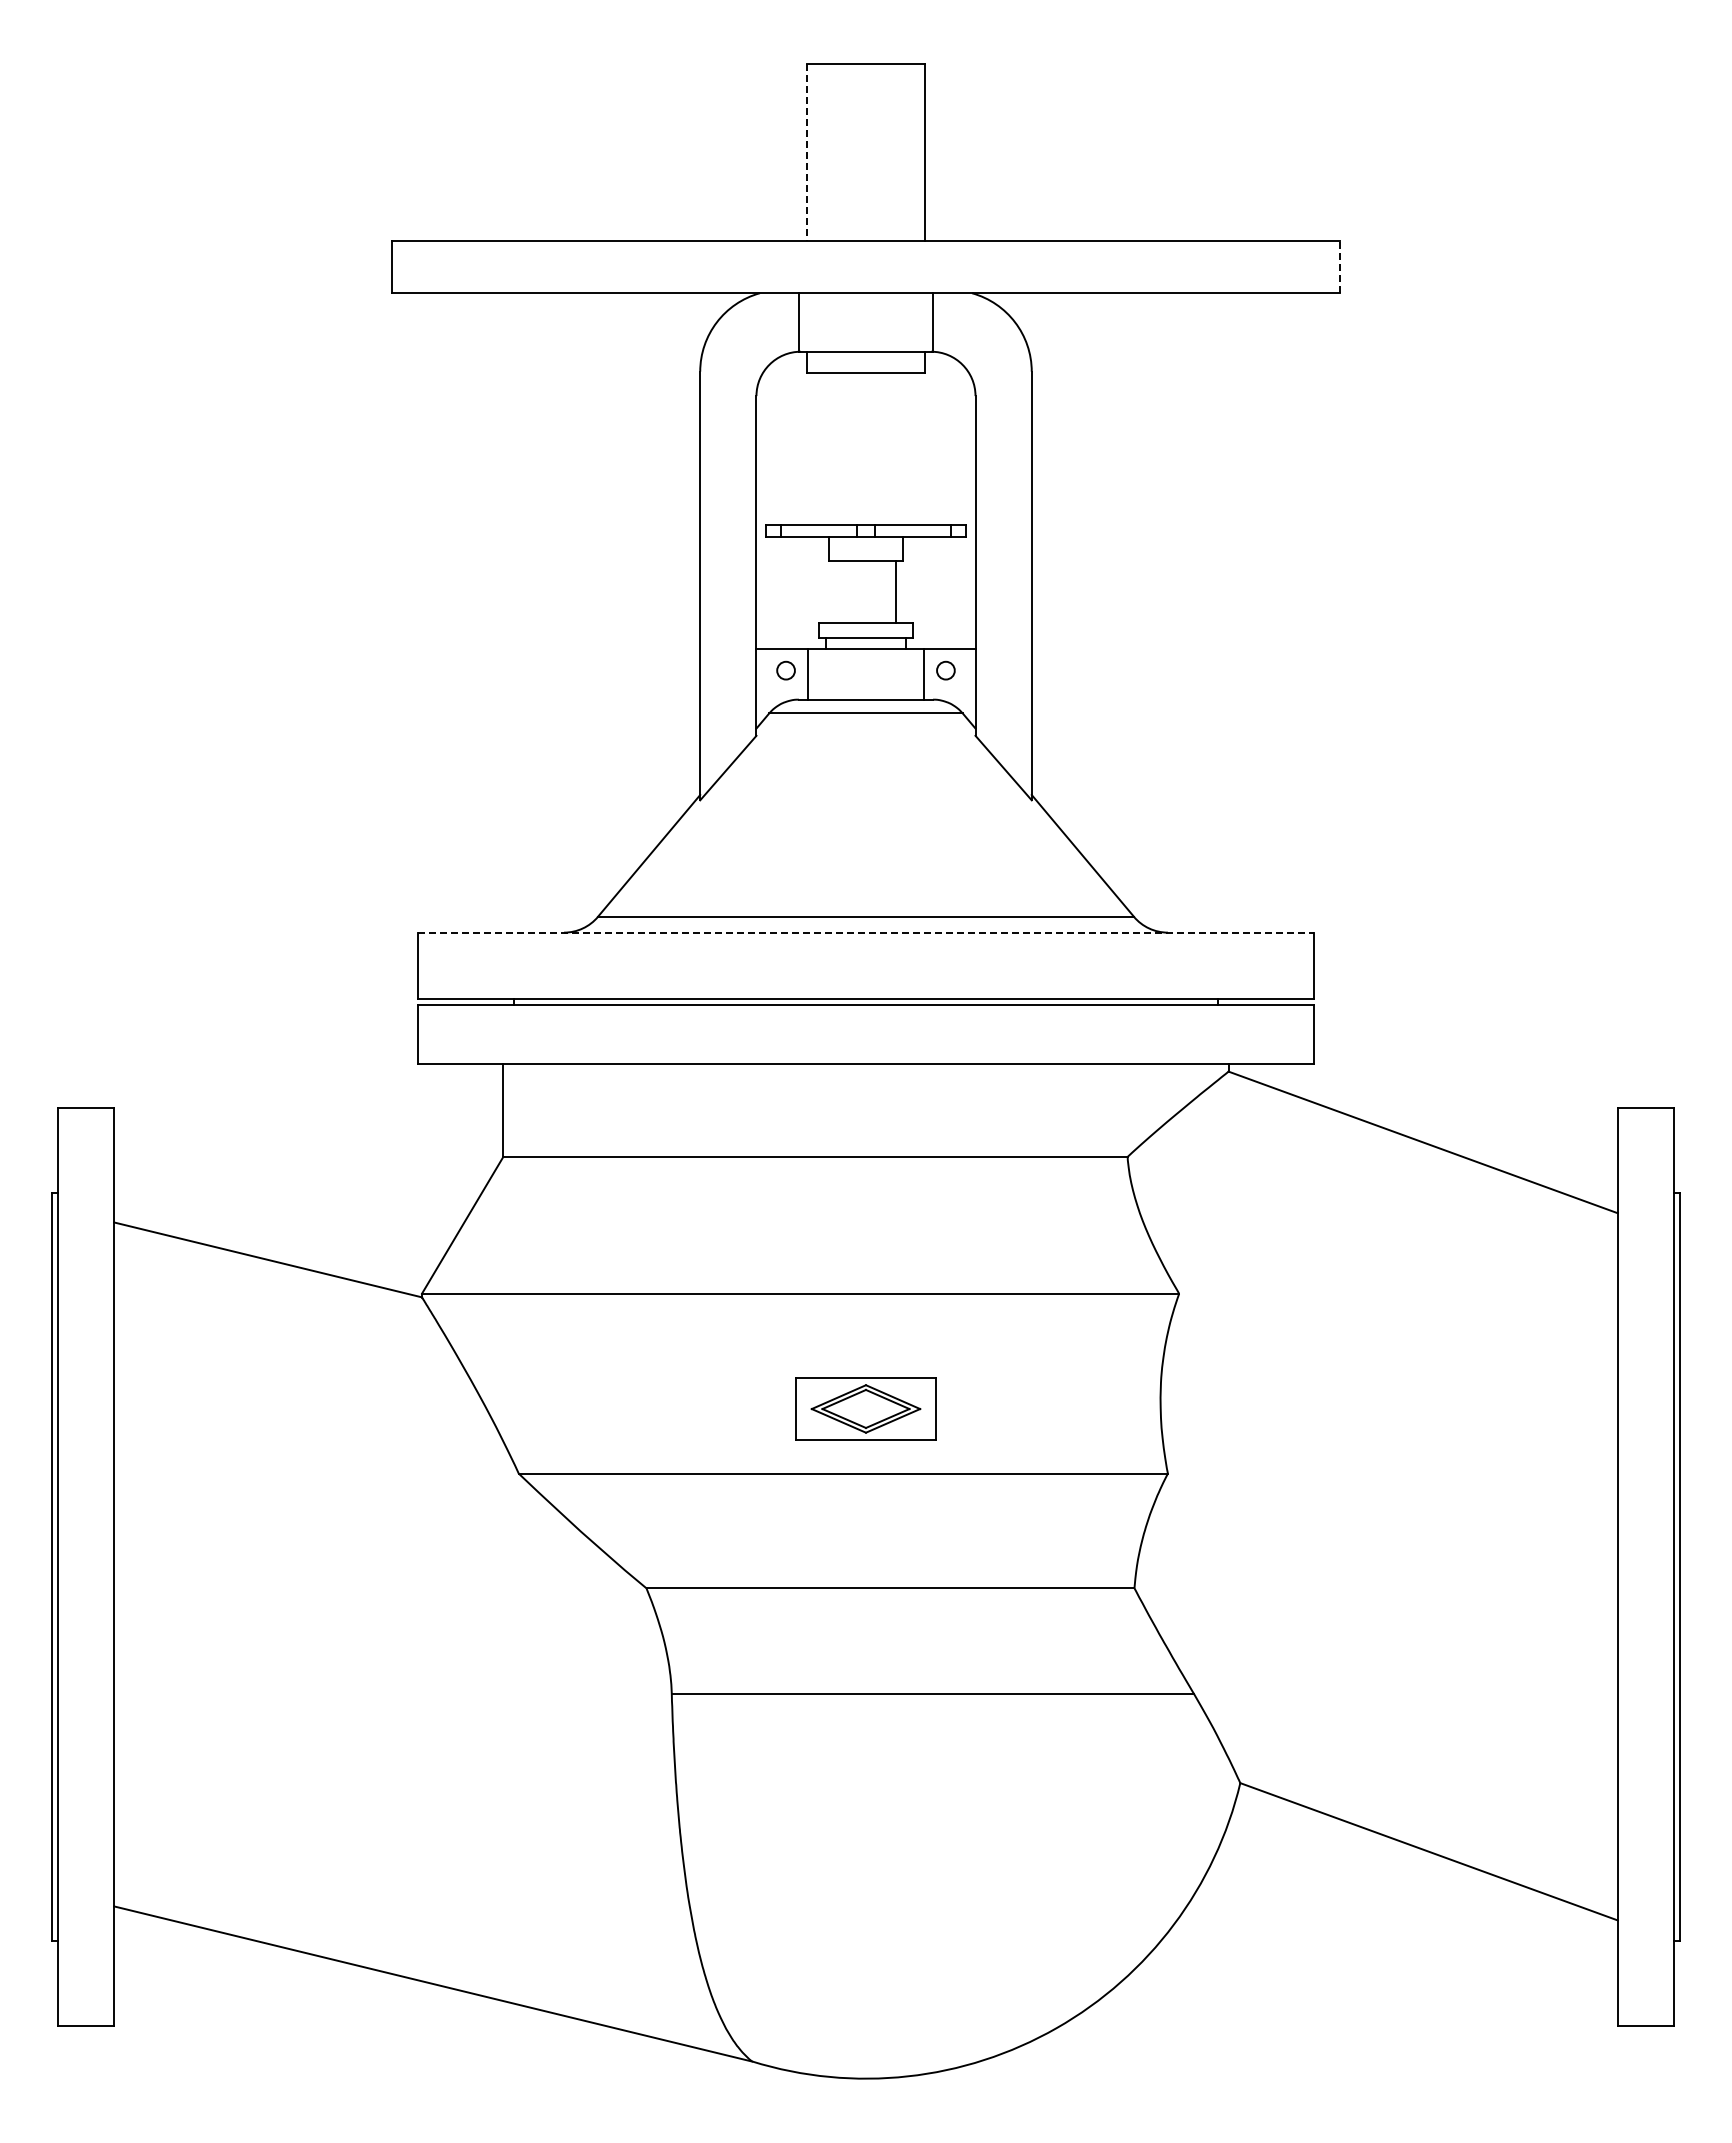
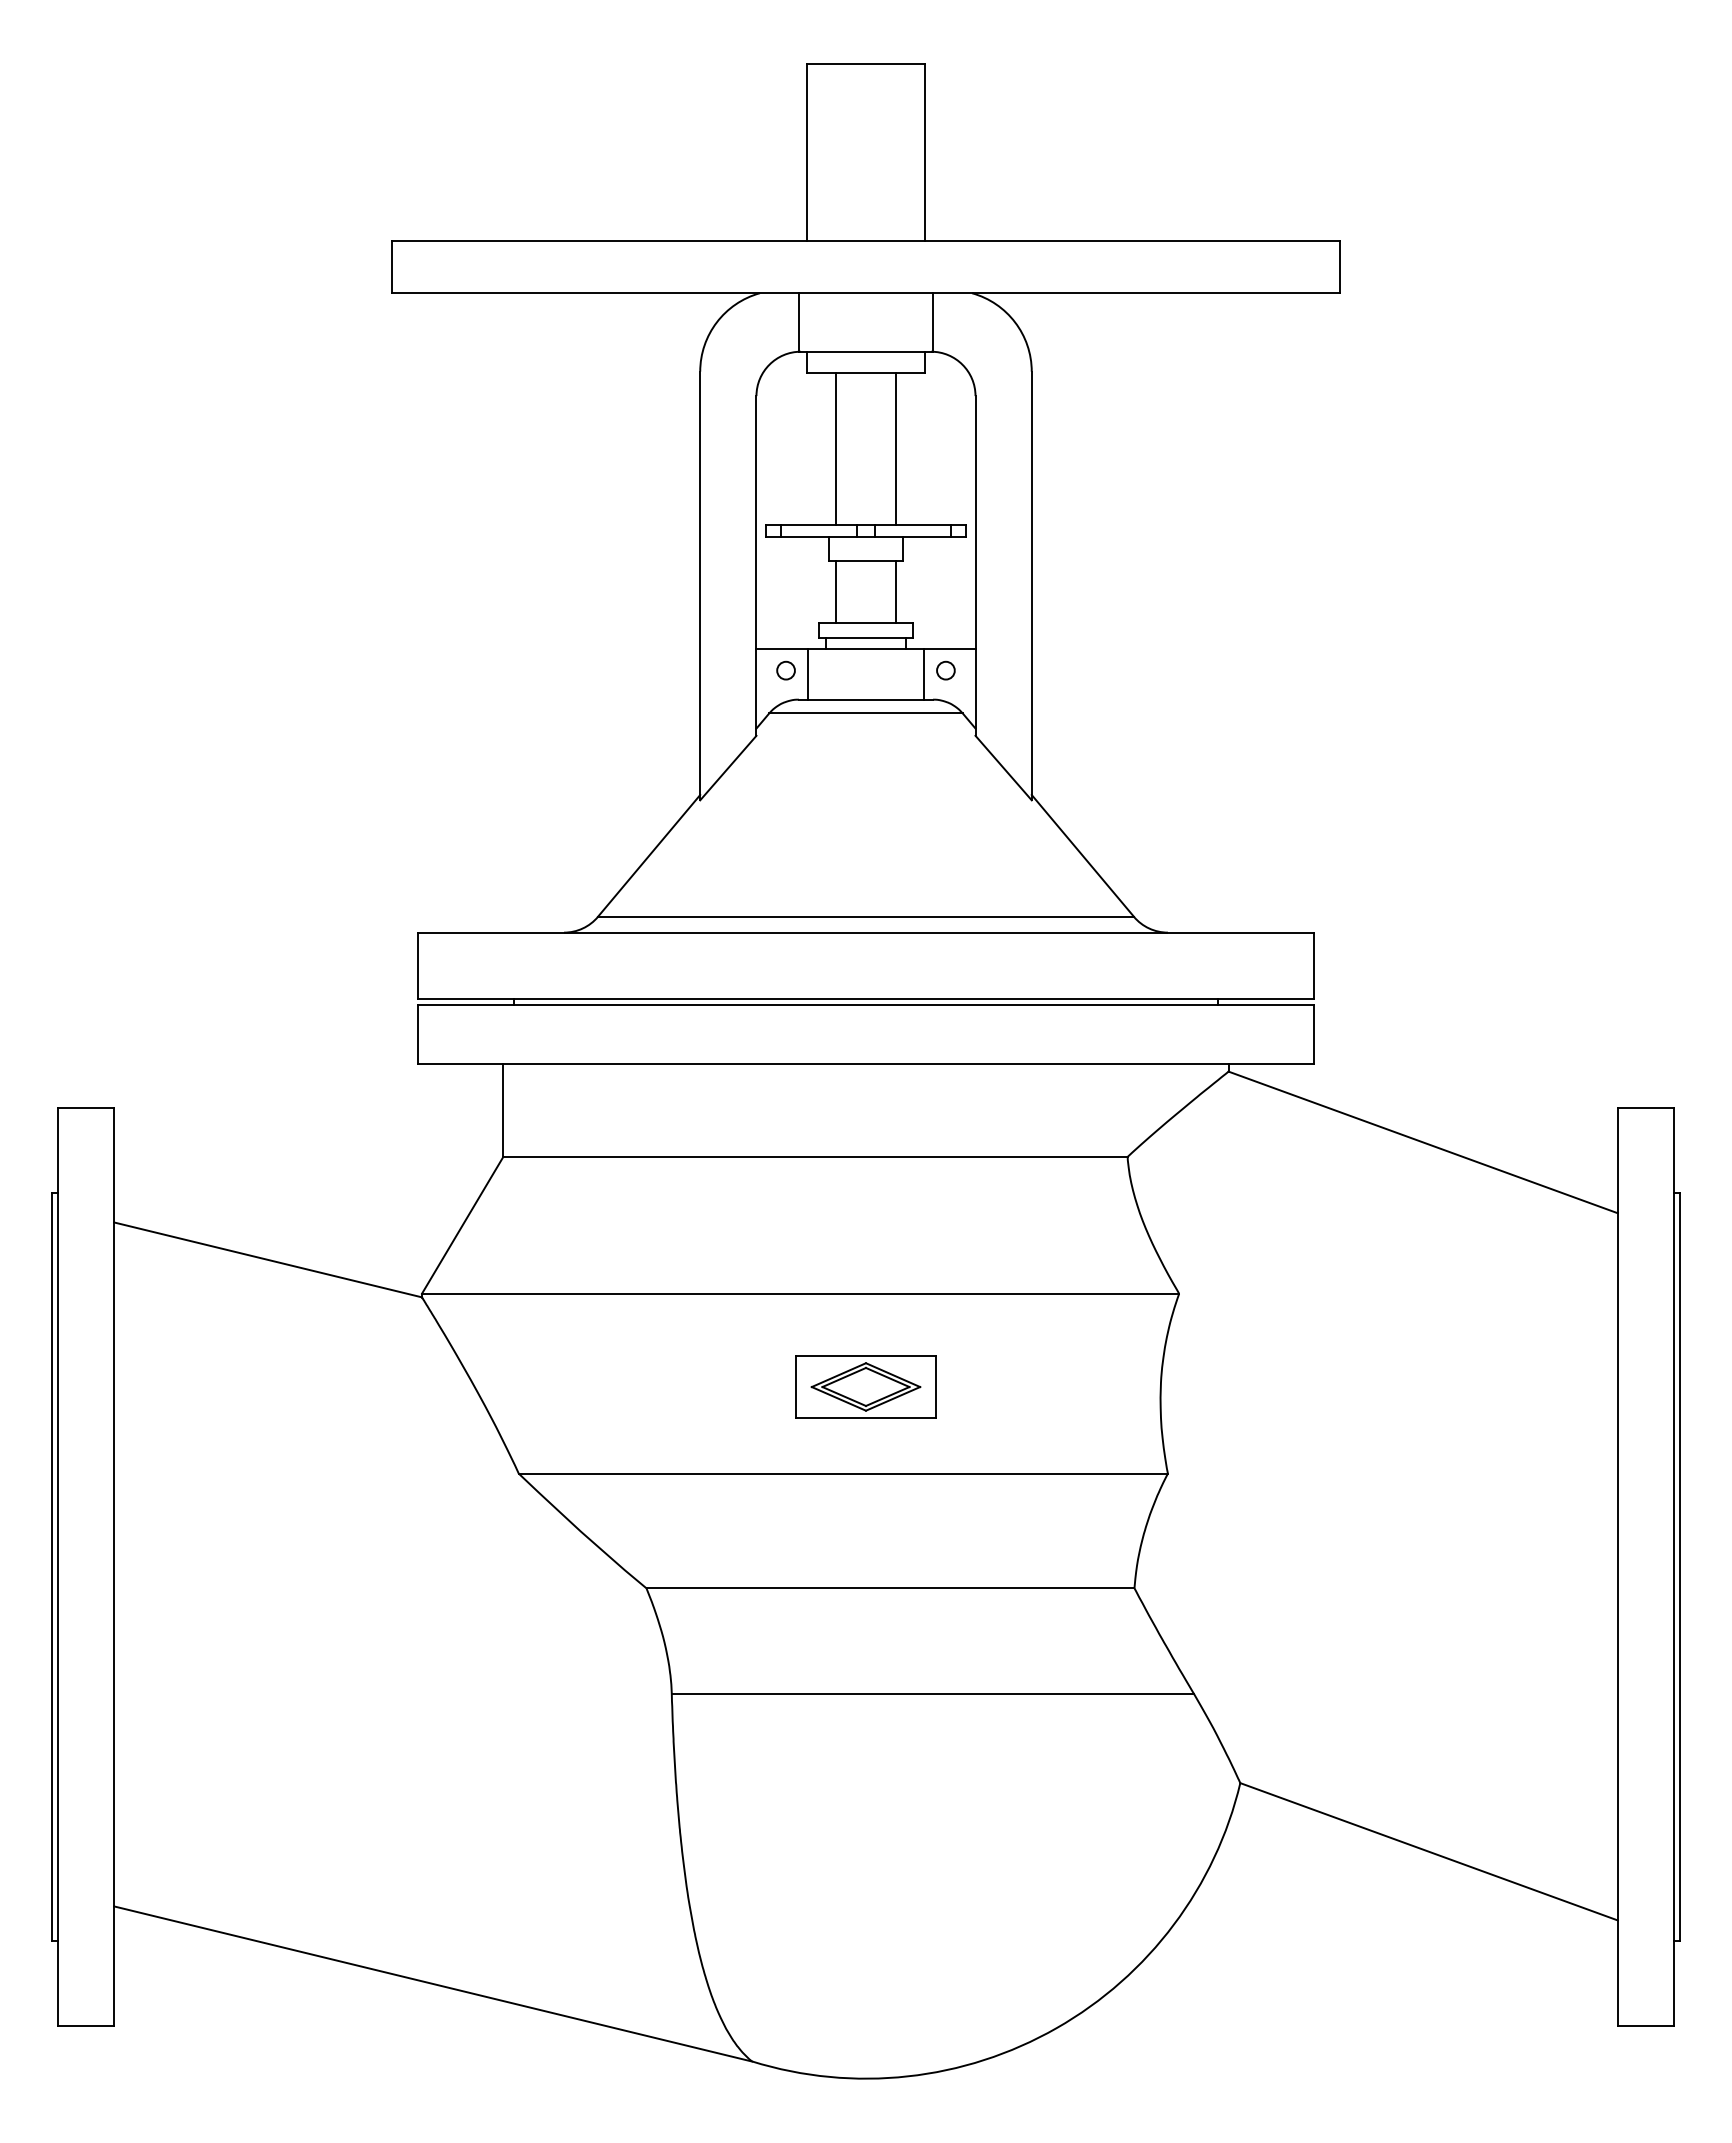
line at (806, 152): dashed -> solid
line at (1339, 267): dashed -> solid
line at (836, 448): none -> present
line at (895, 448): none -> present
line at (836, 592): none -> present
line at (866, 932): dashed -> solid
part at (865, 1408) position: (865, 1408) -> (865, 1386)
